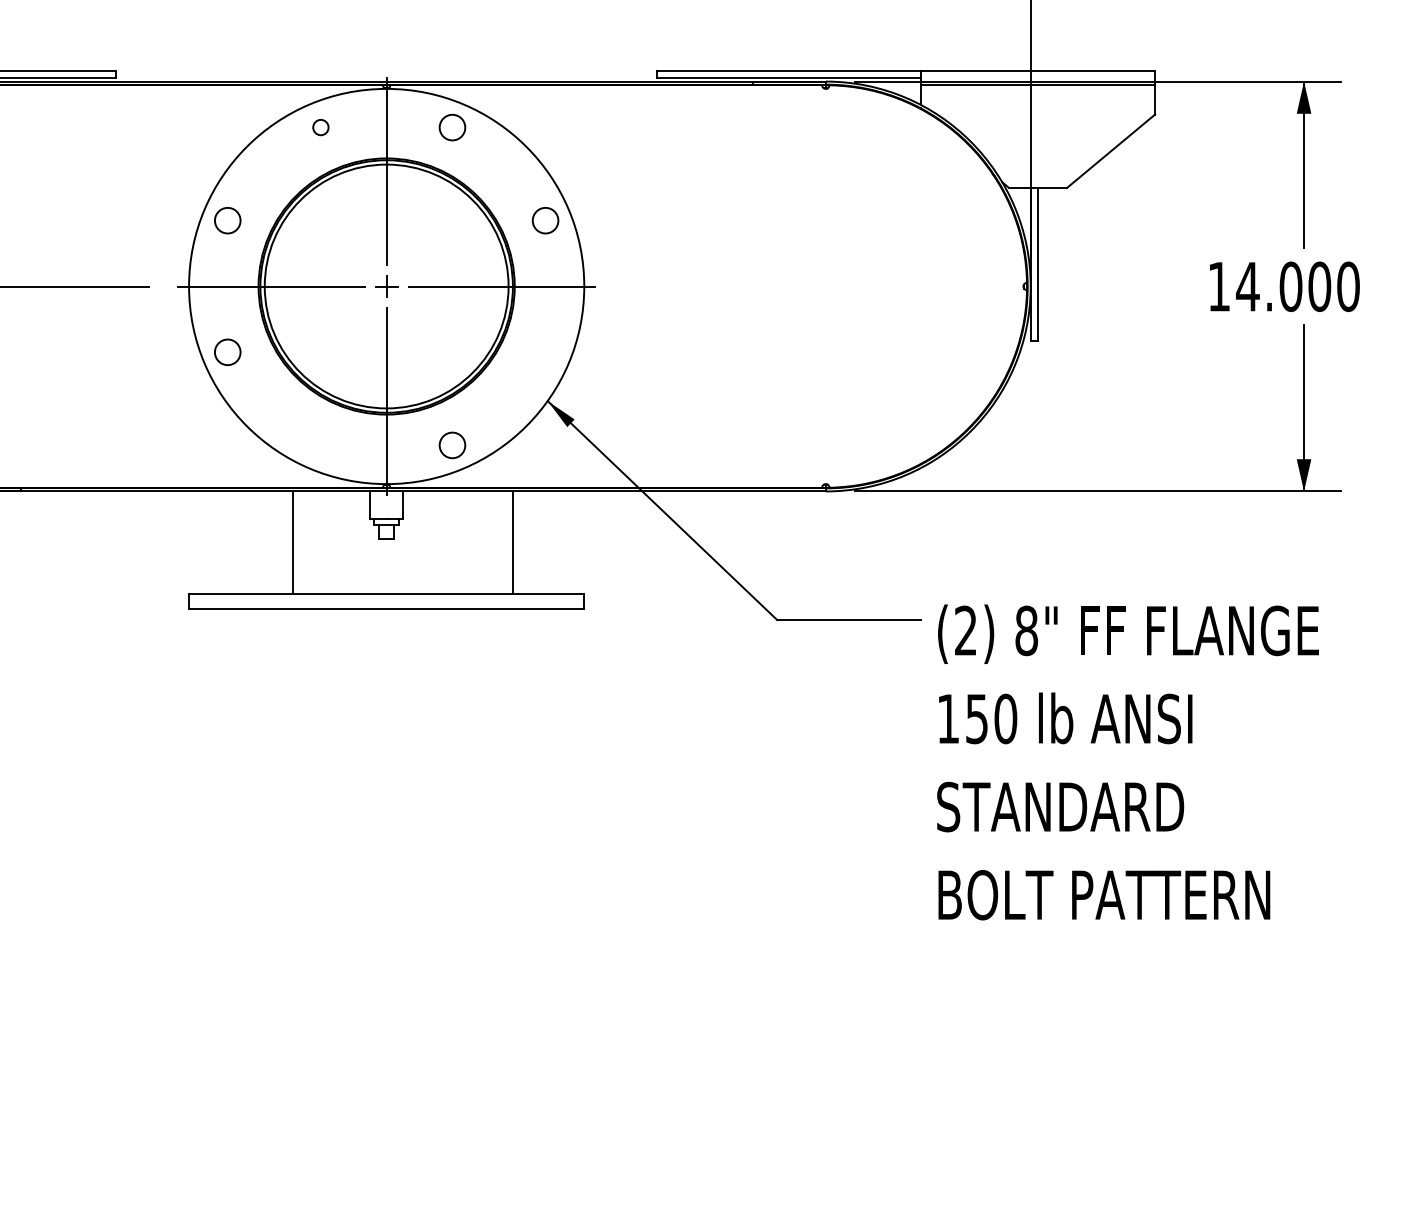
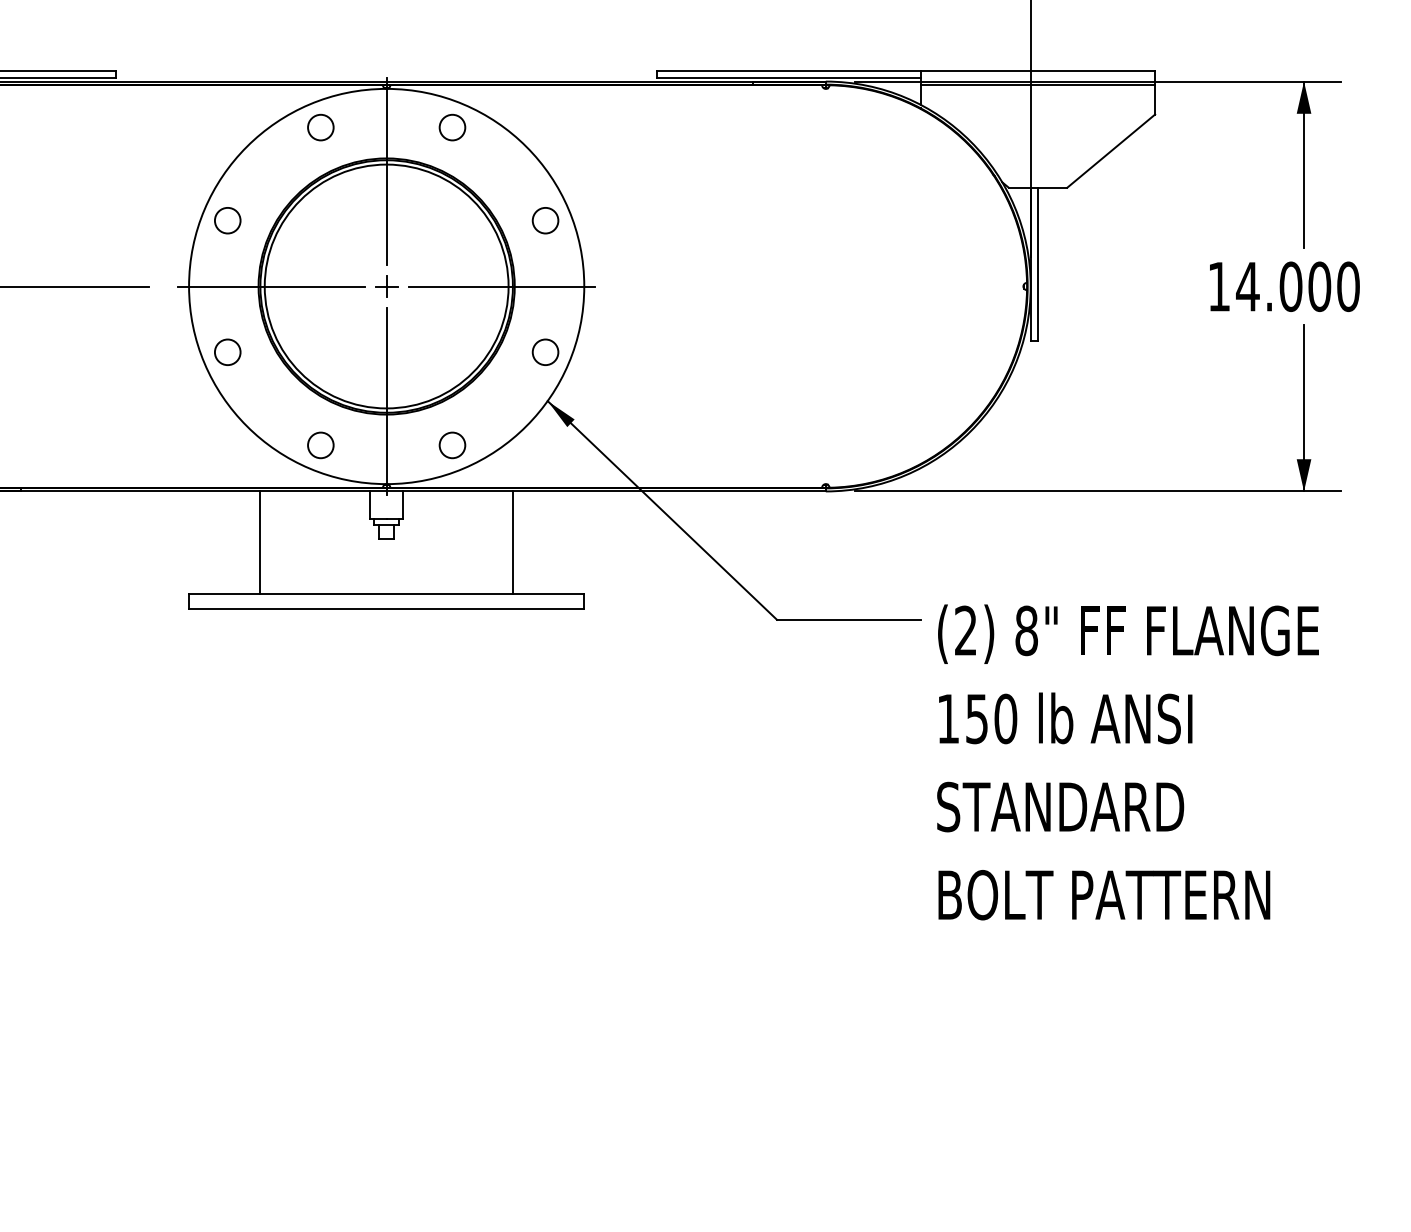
circle at (320, 127) size: 18x18 px -> 28x29 px
circle at (545, 351): none -> present
circle at (320, 445): none -> present
line at (293, 542) position: (293, 542) -> (260, 542)
